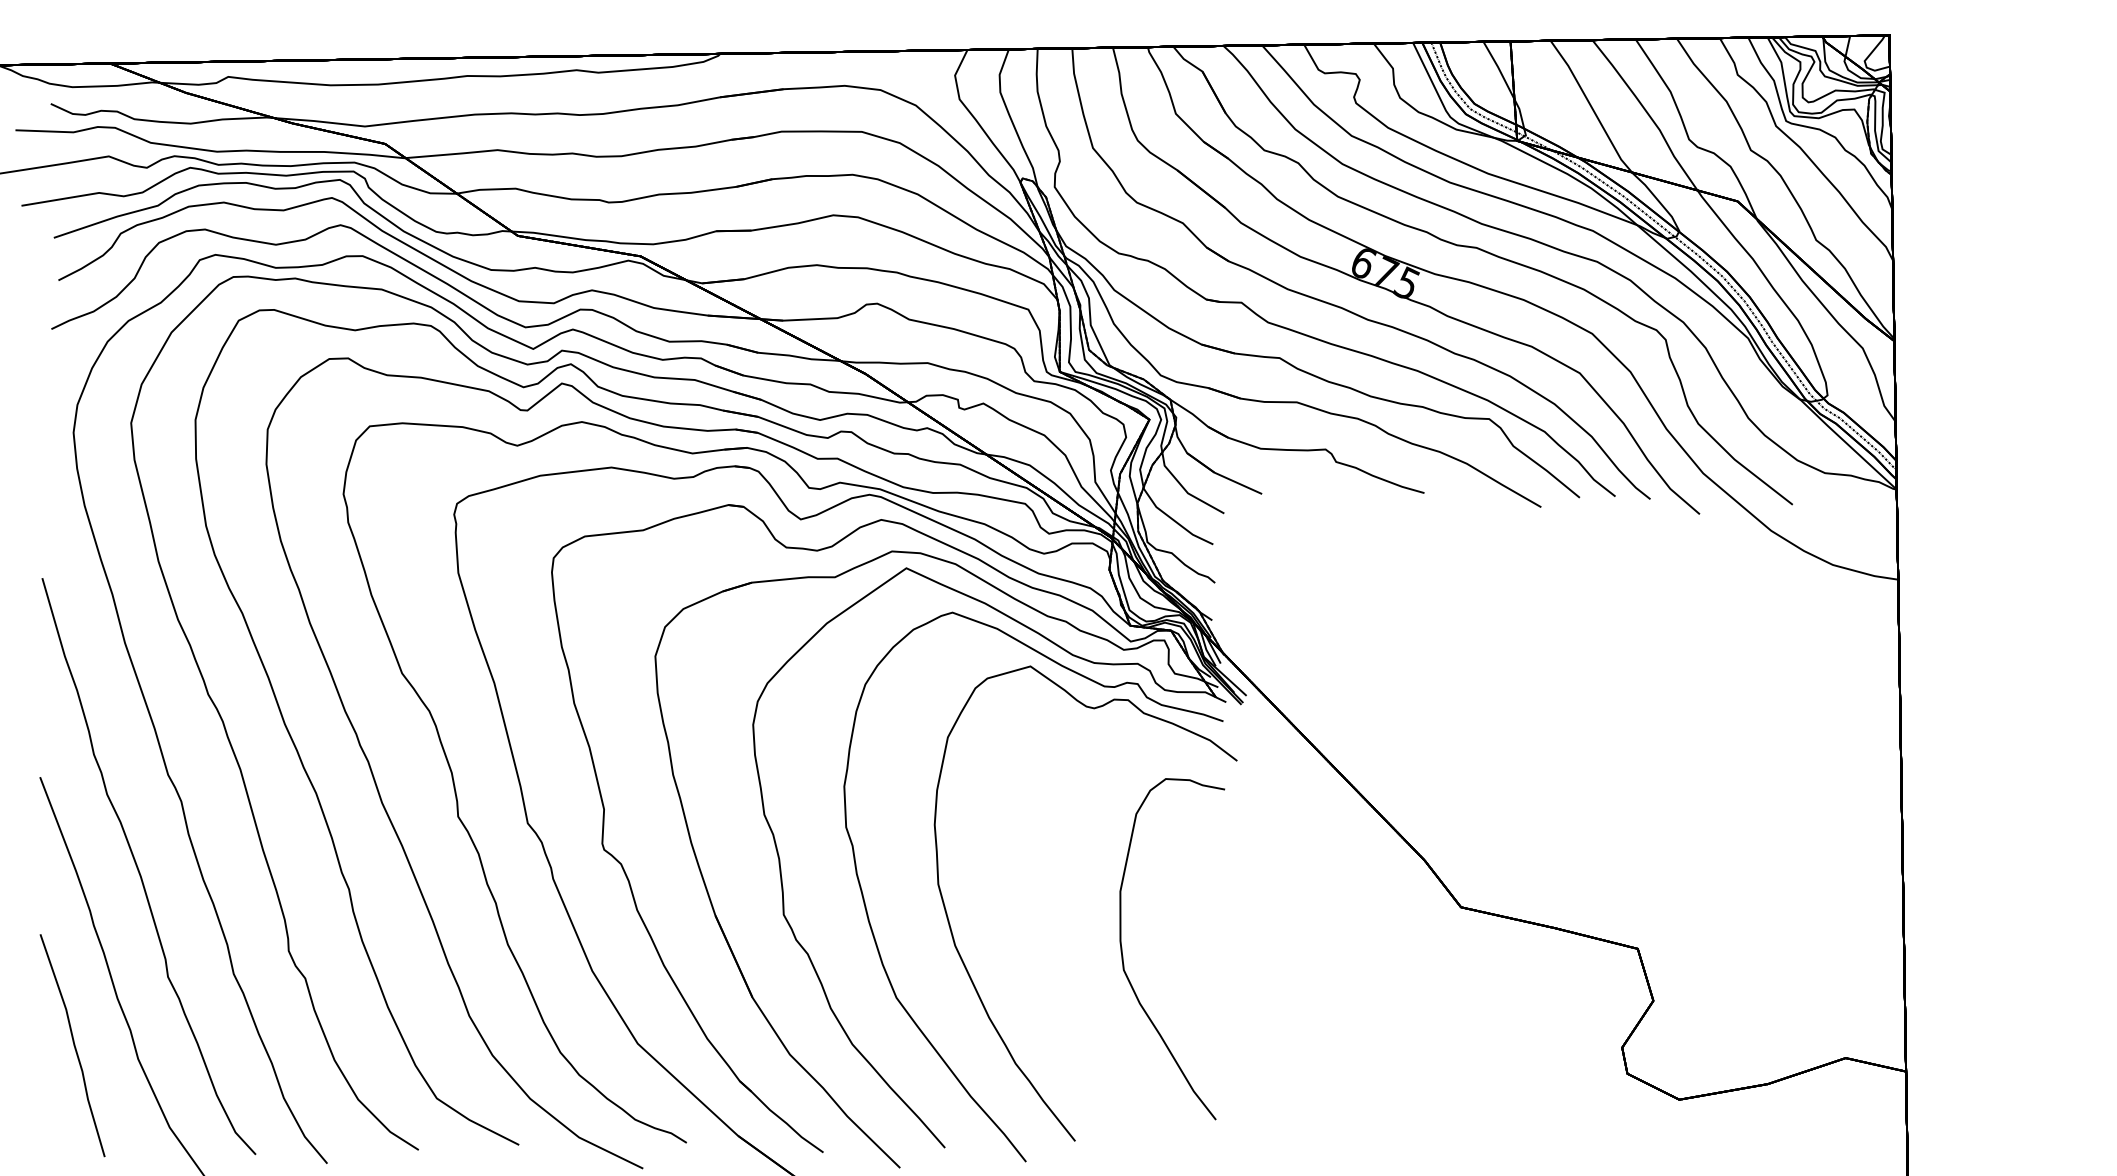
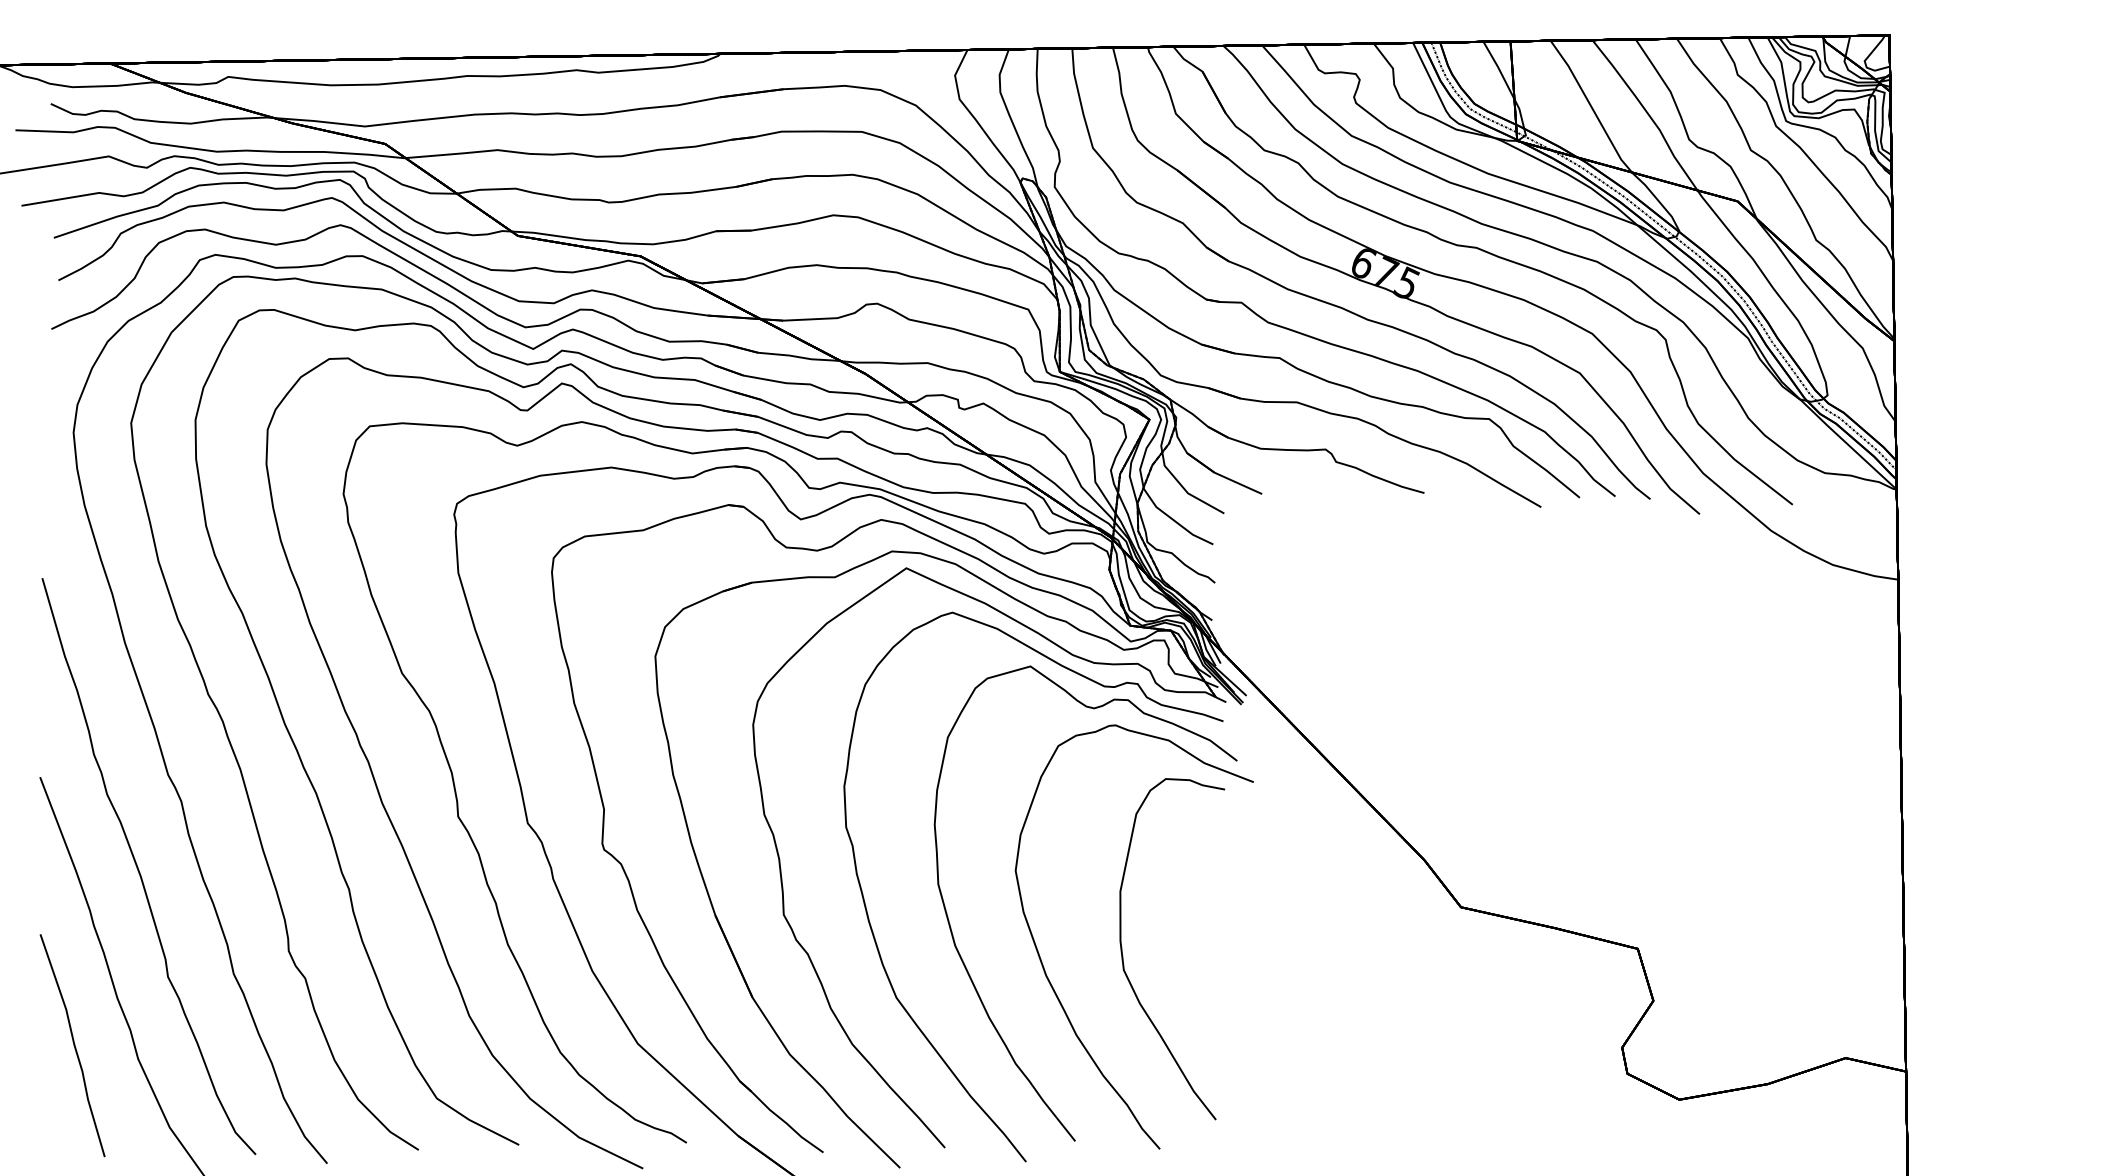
curve at (1046, 972): none -> present
